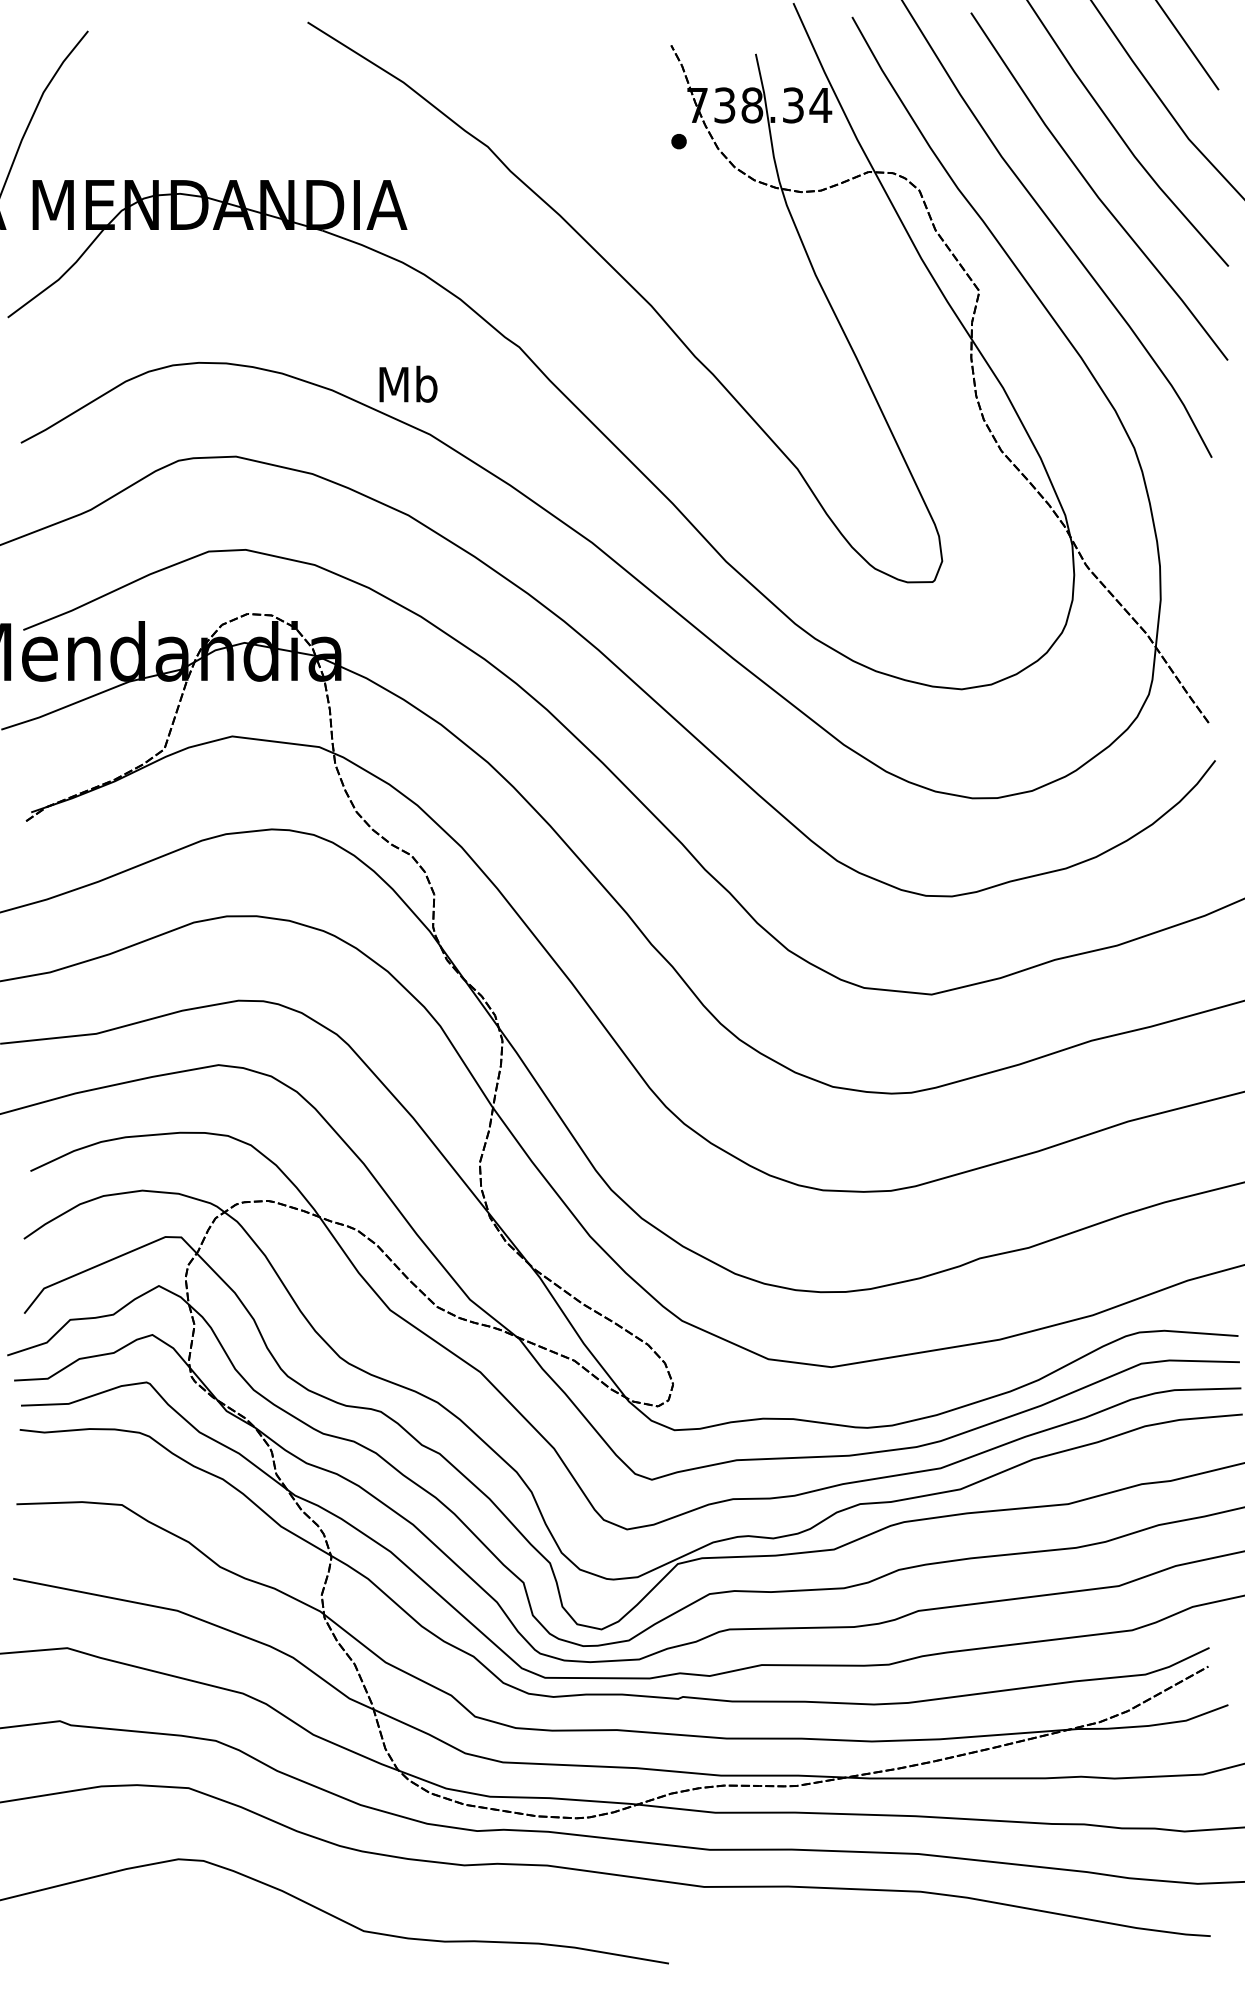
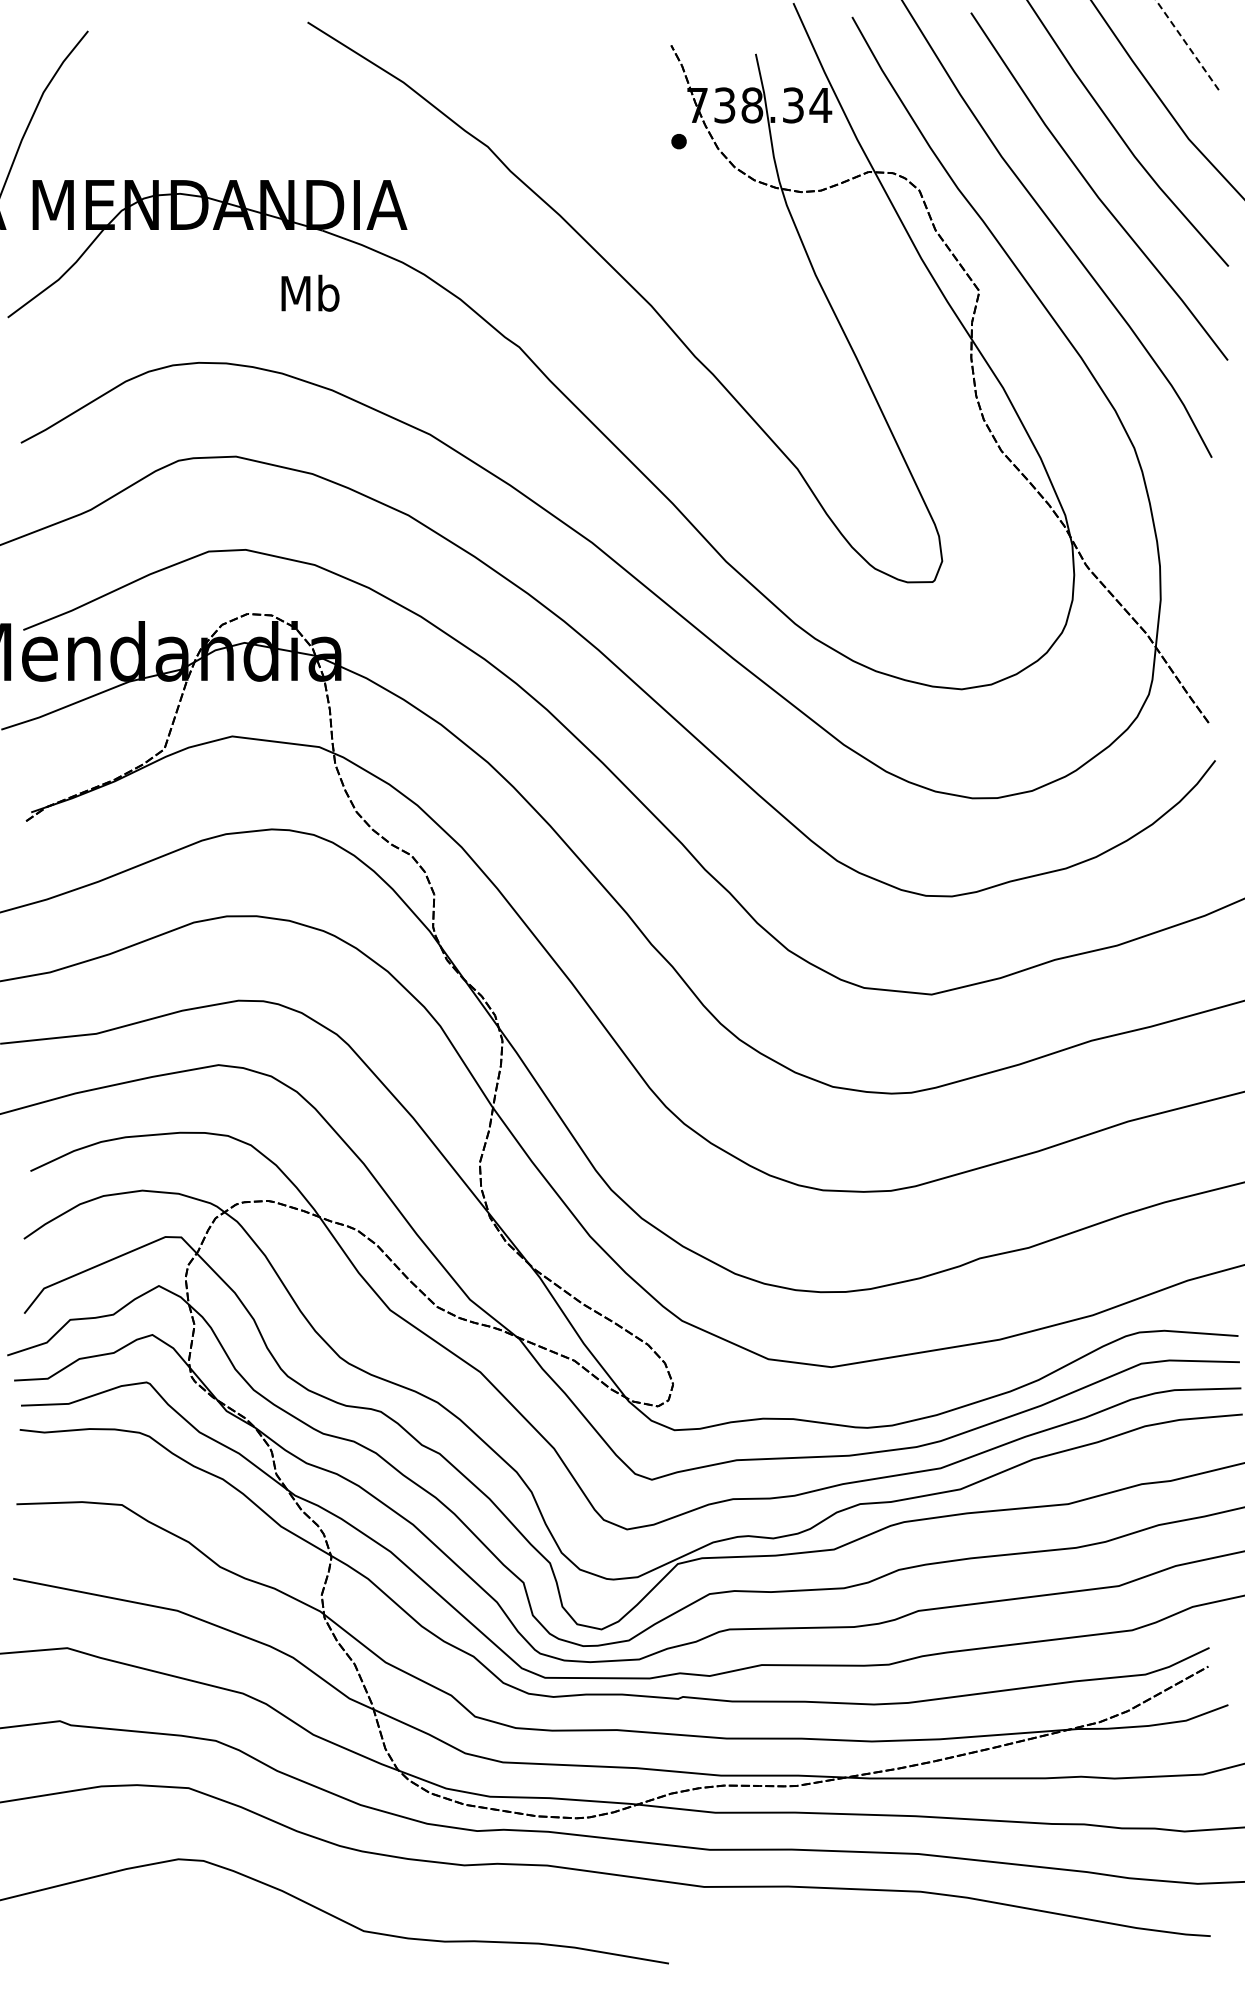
line at (1187, 45): solid -> dashed
text at (408, 383) position: (408, 383) -> (310, 292)
